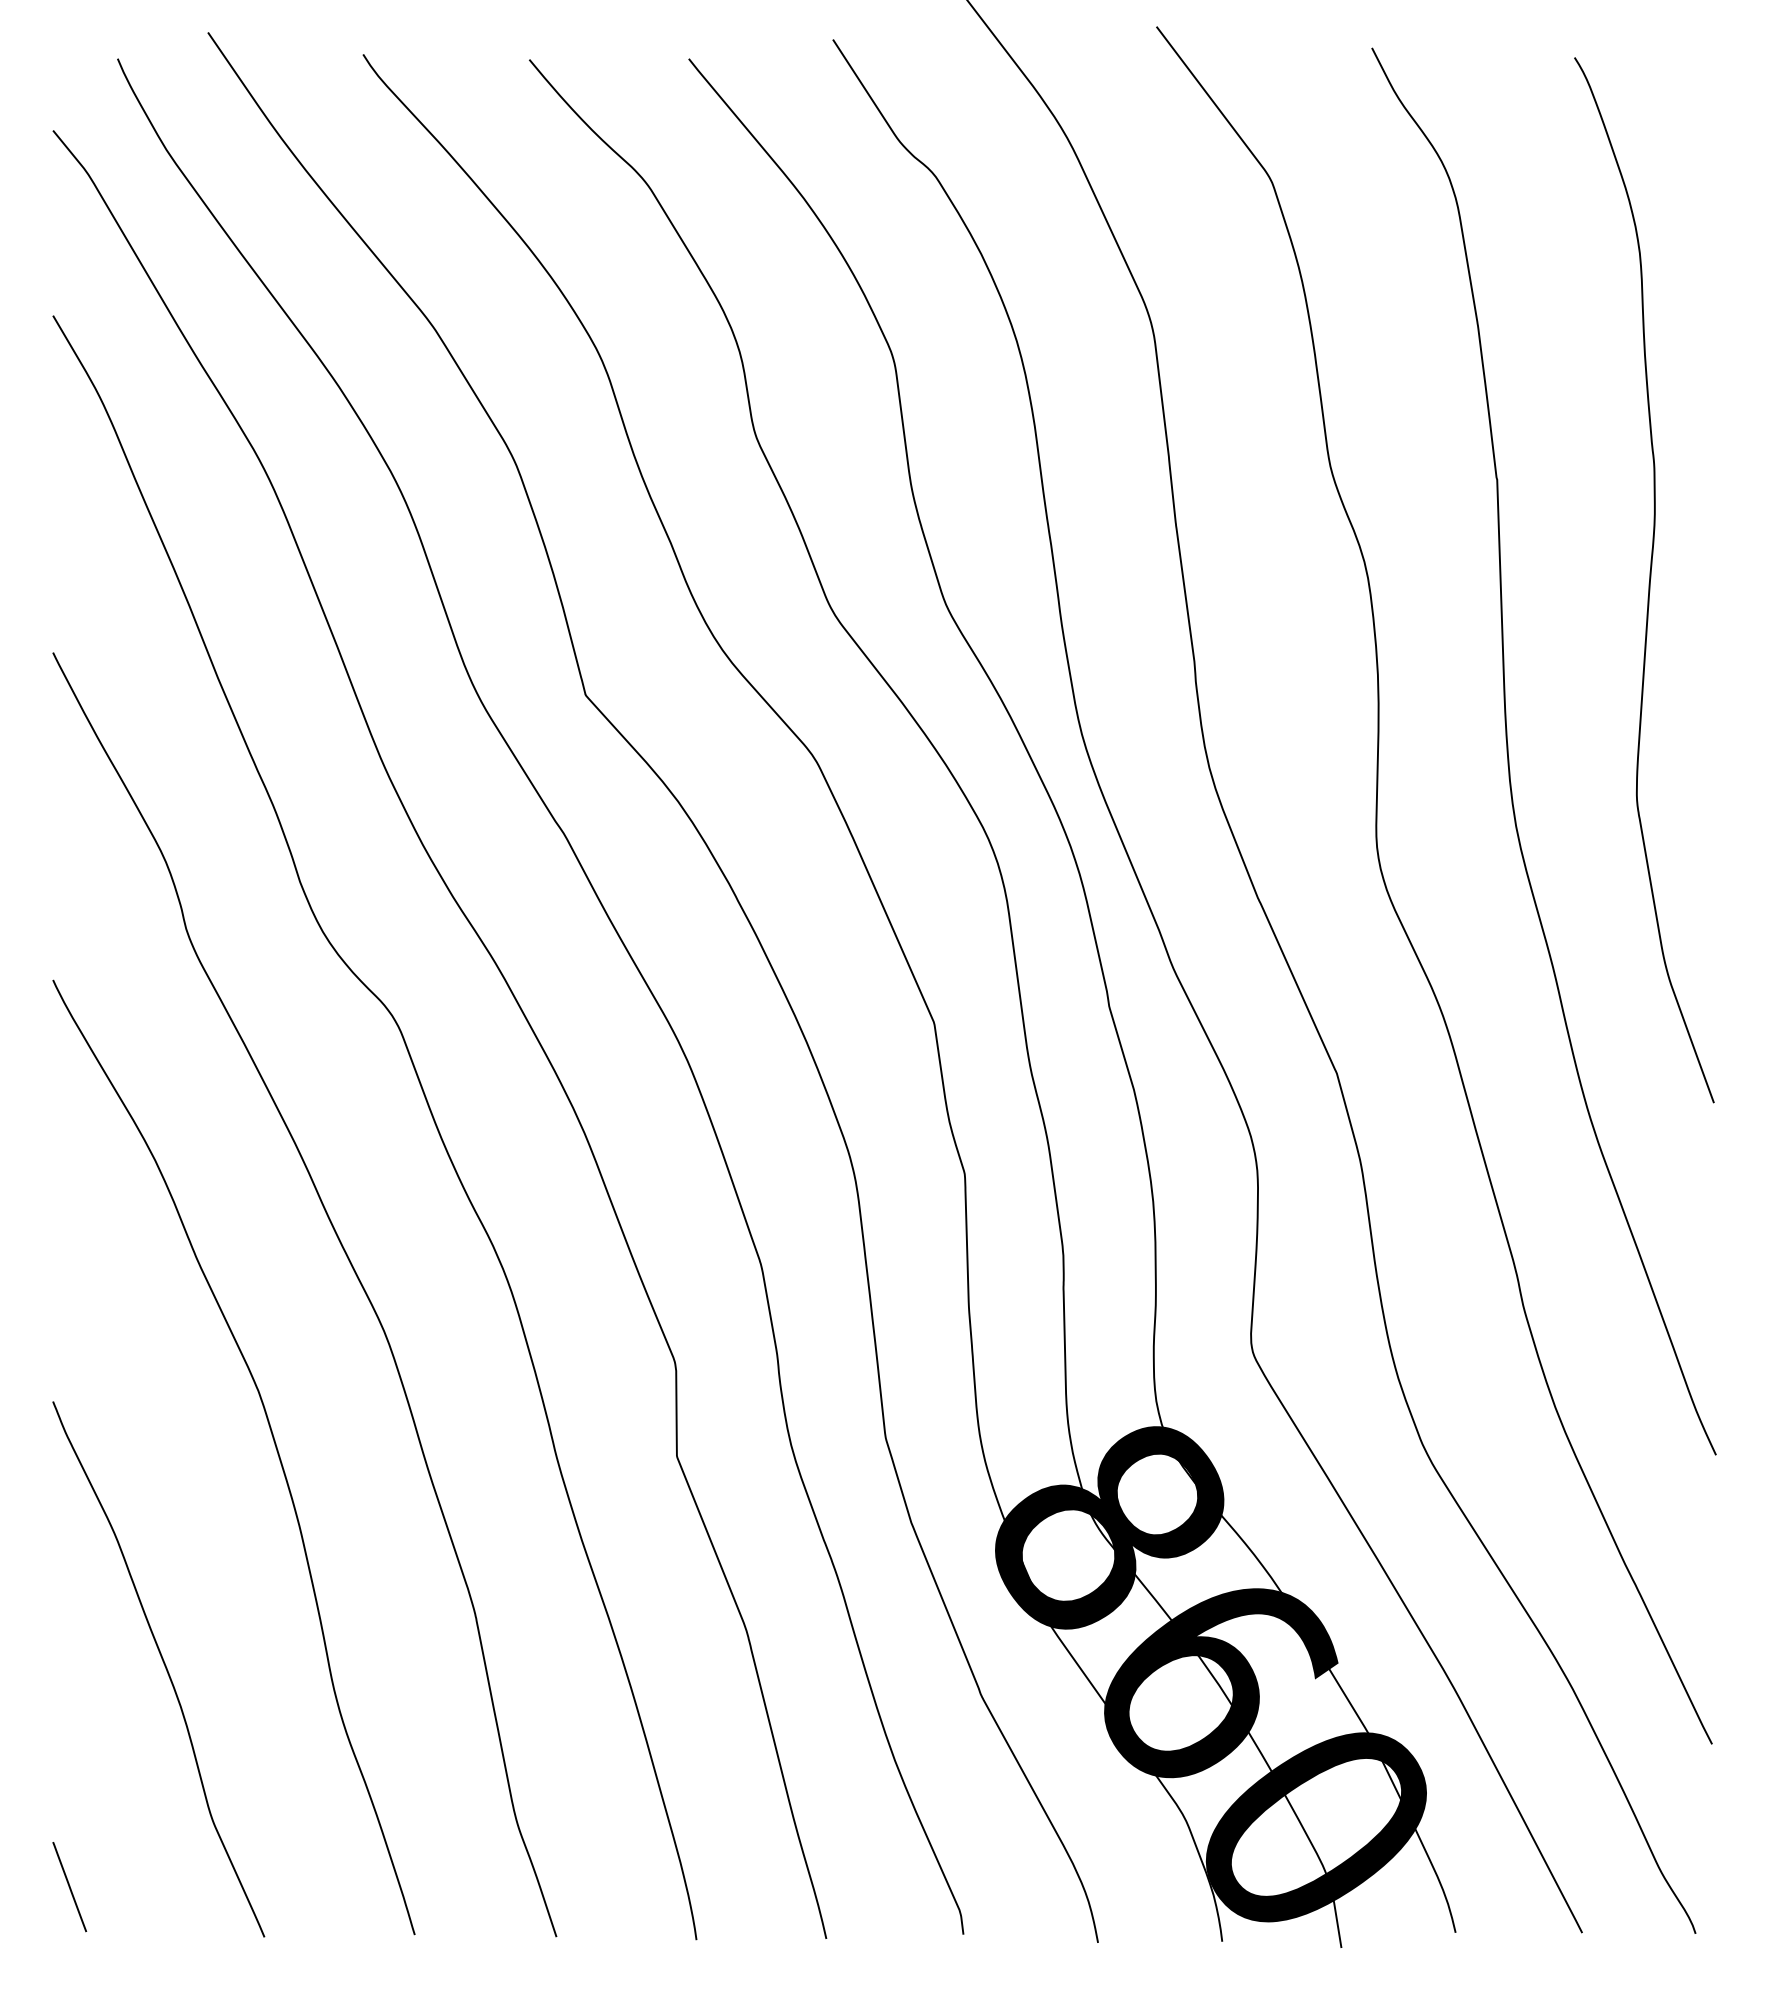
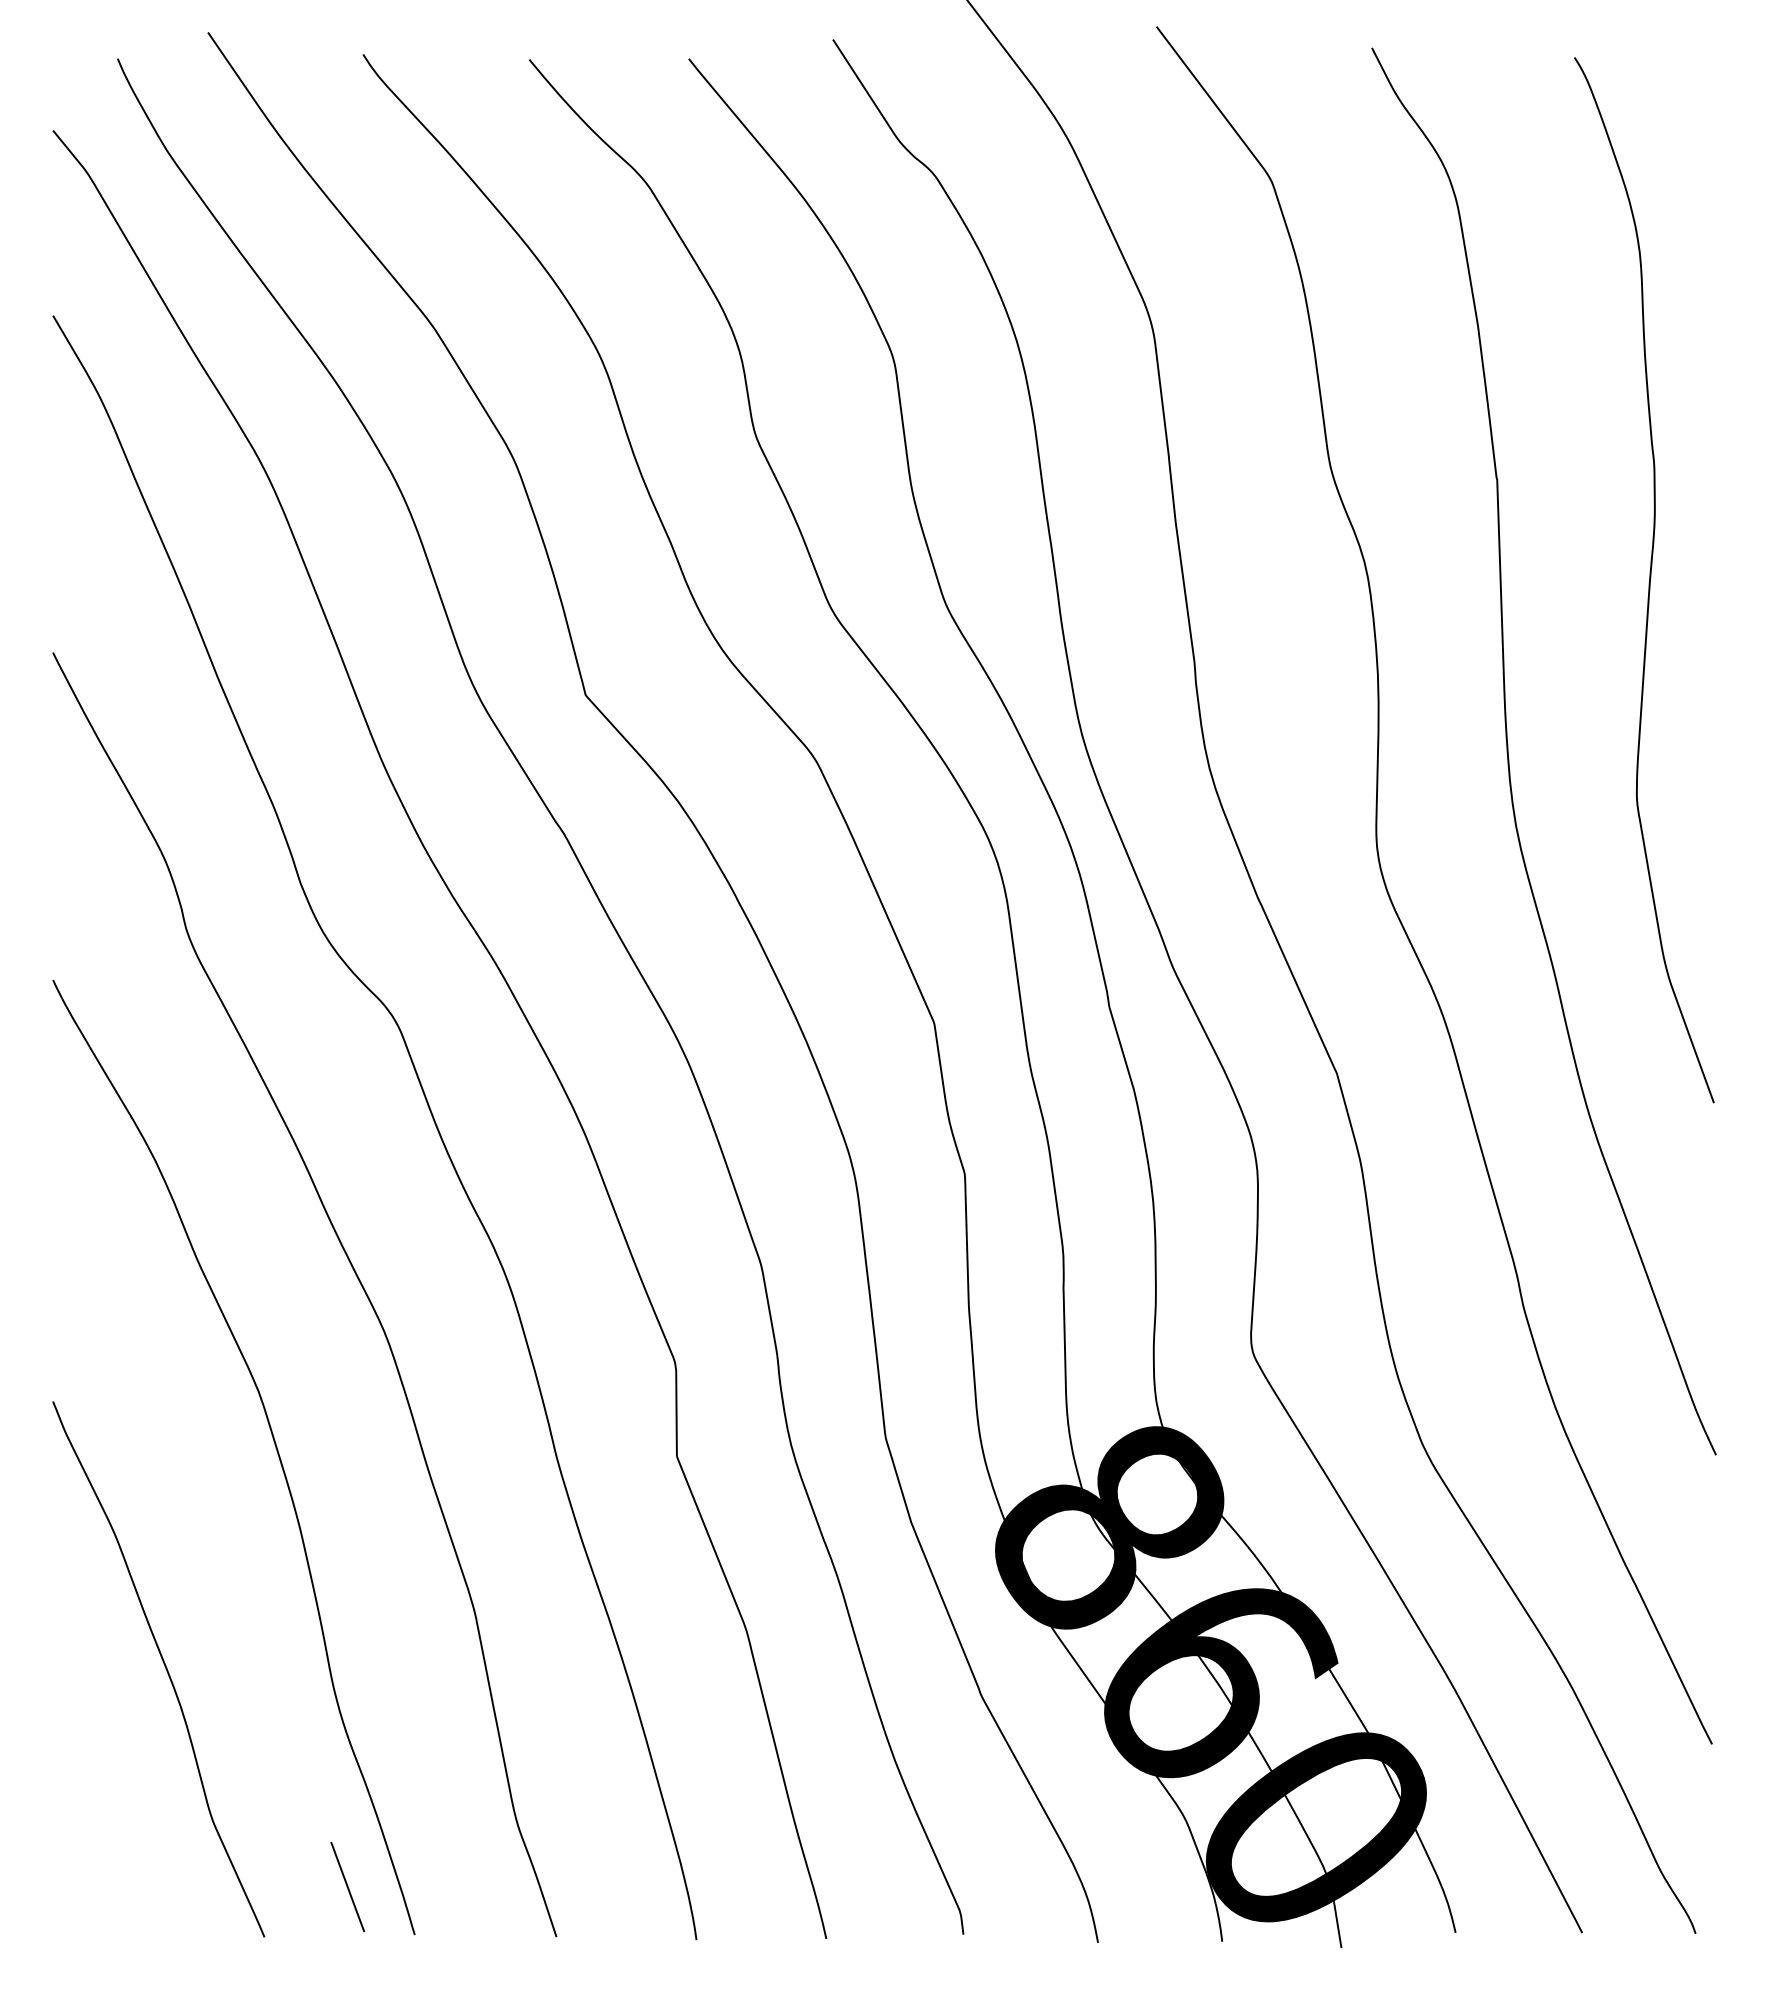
line at (69, 1887) position: (69, 1887) -> (347, 1887)
